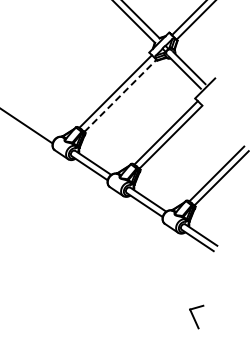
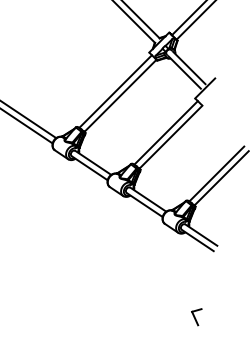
line at (120, 95): dashed -> solid
line at (29, 120): none -> present
part at (196, 316) size: 16x26 px -> 12x19 px
